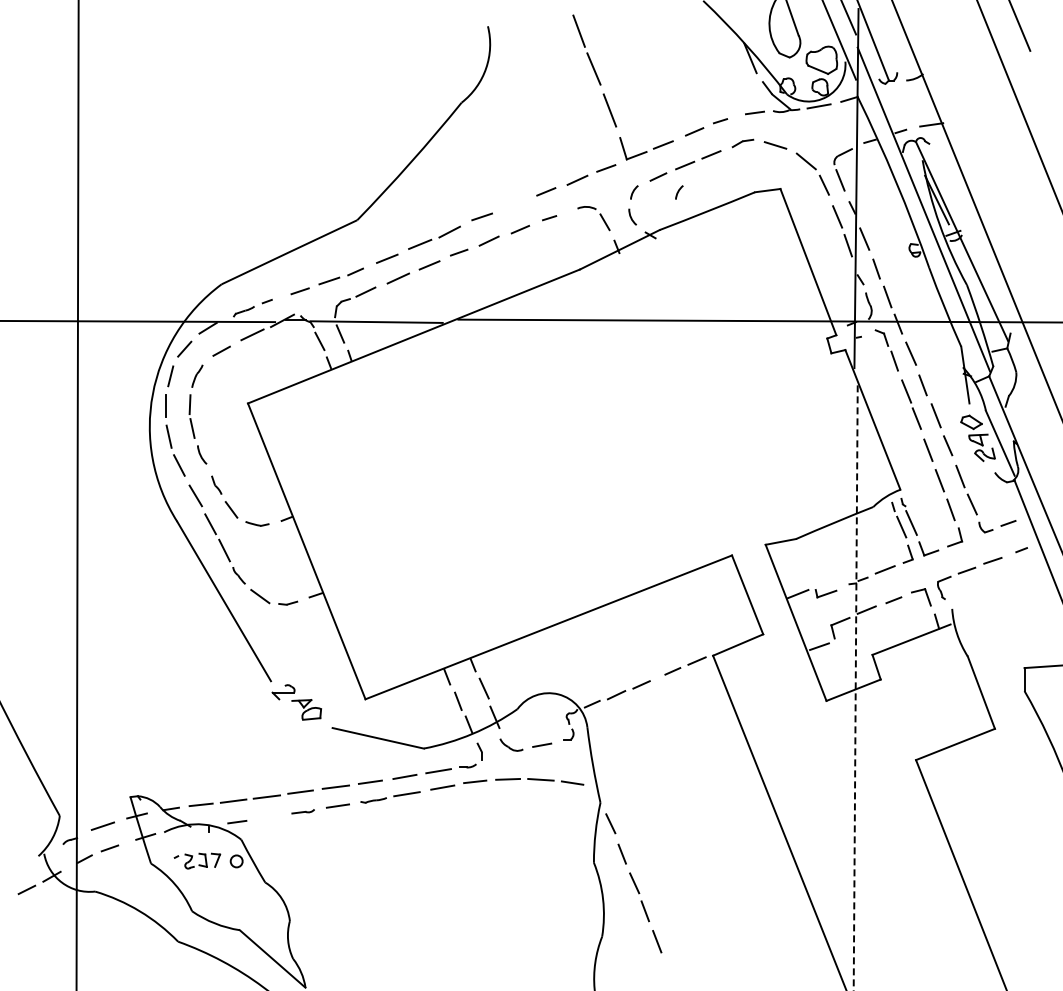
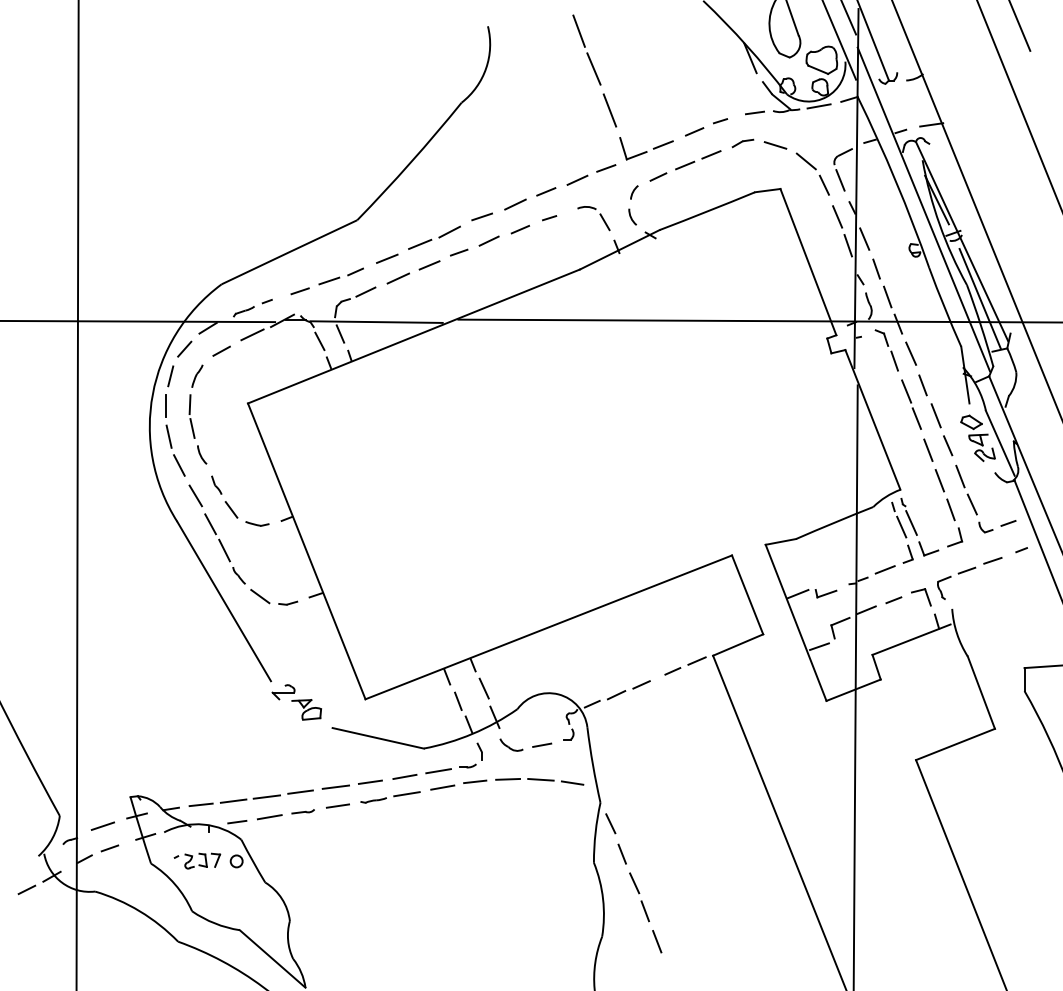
arc at (679, 191): present -> none
line at (515, 204): none -> present
line at (979, 298): none -> present
line at (855, 688): dashed -> solid
line at (269, 817): none -> present
